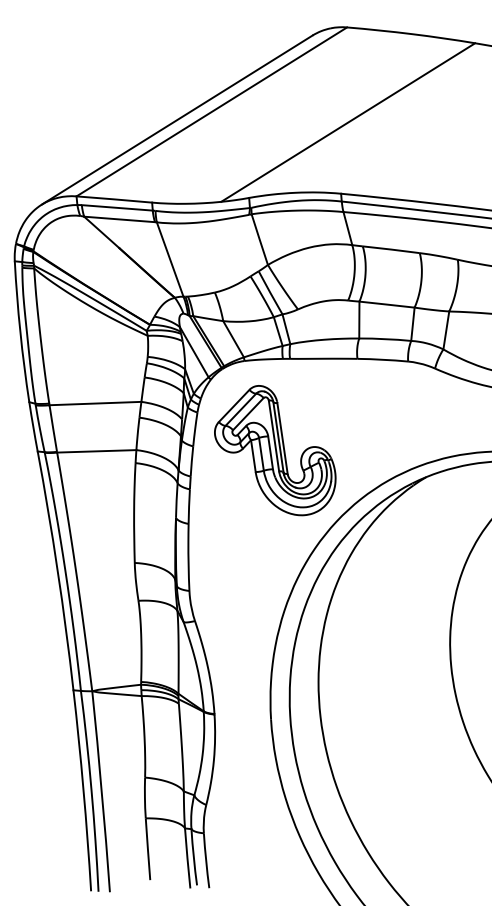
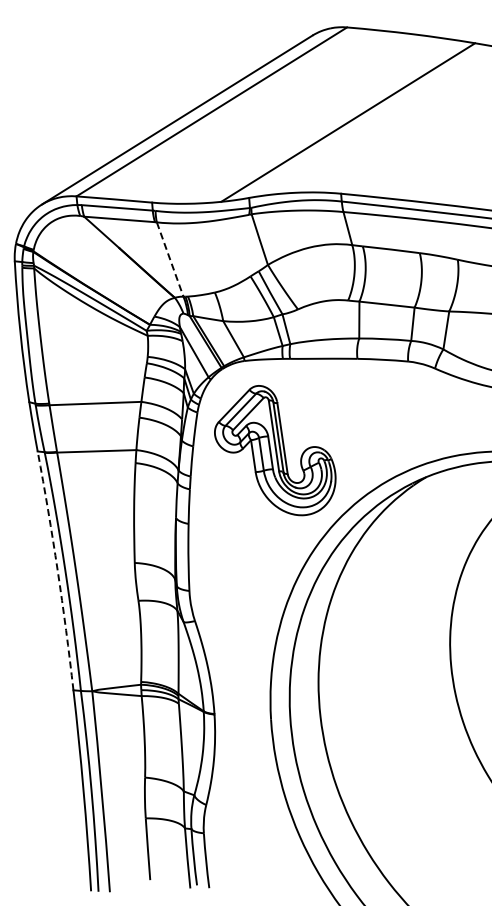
line at (170, 260): solid -> dashed
arc at (57, 570): solid -> dashed
